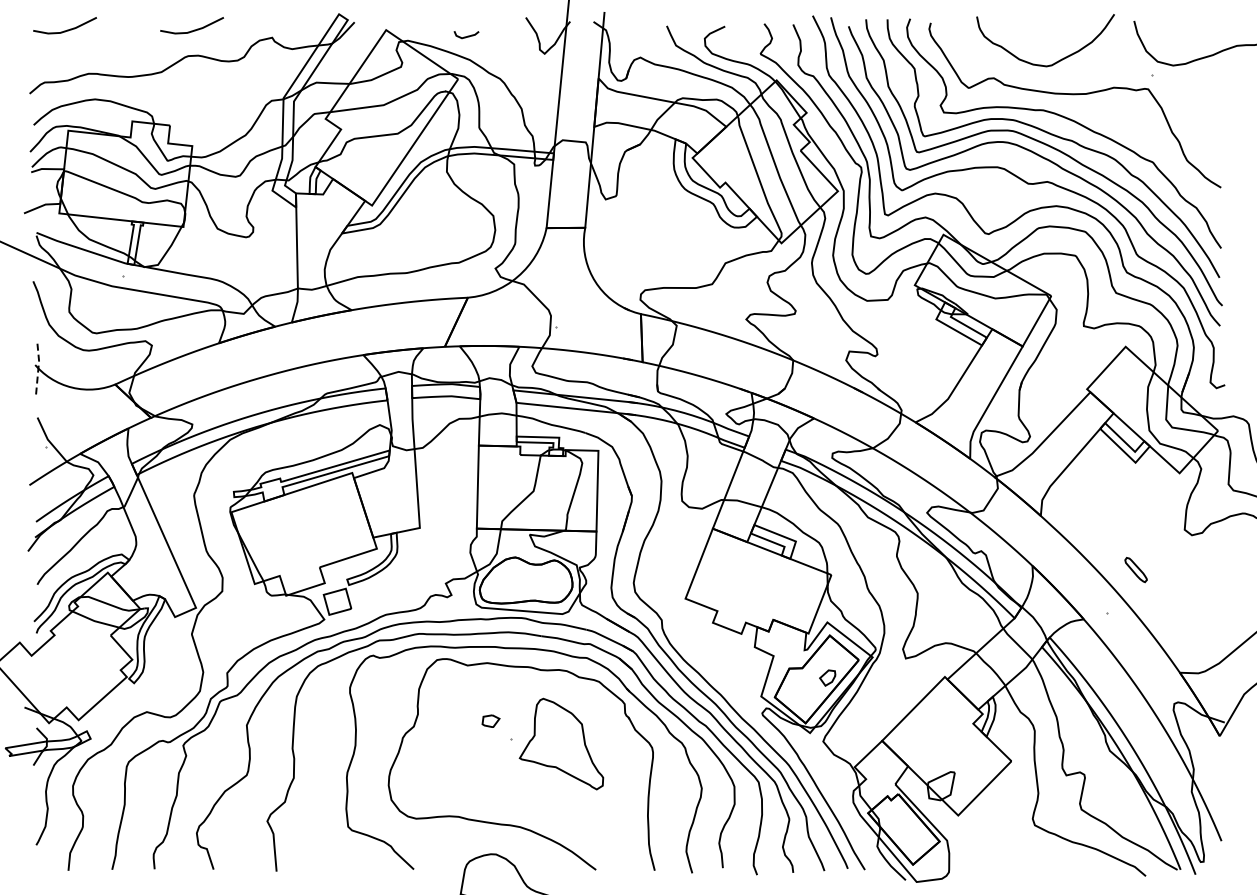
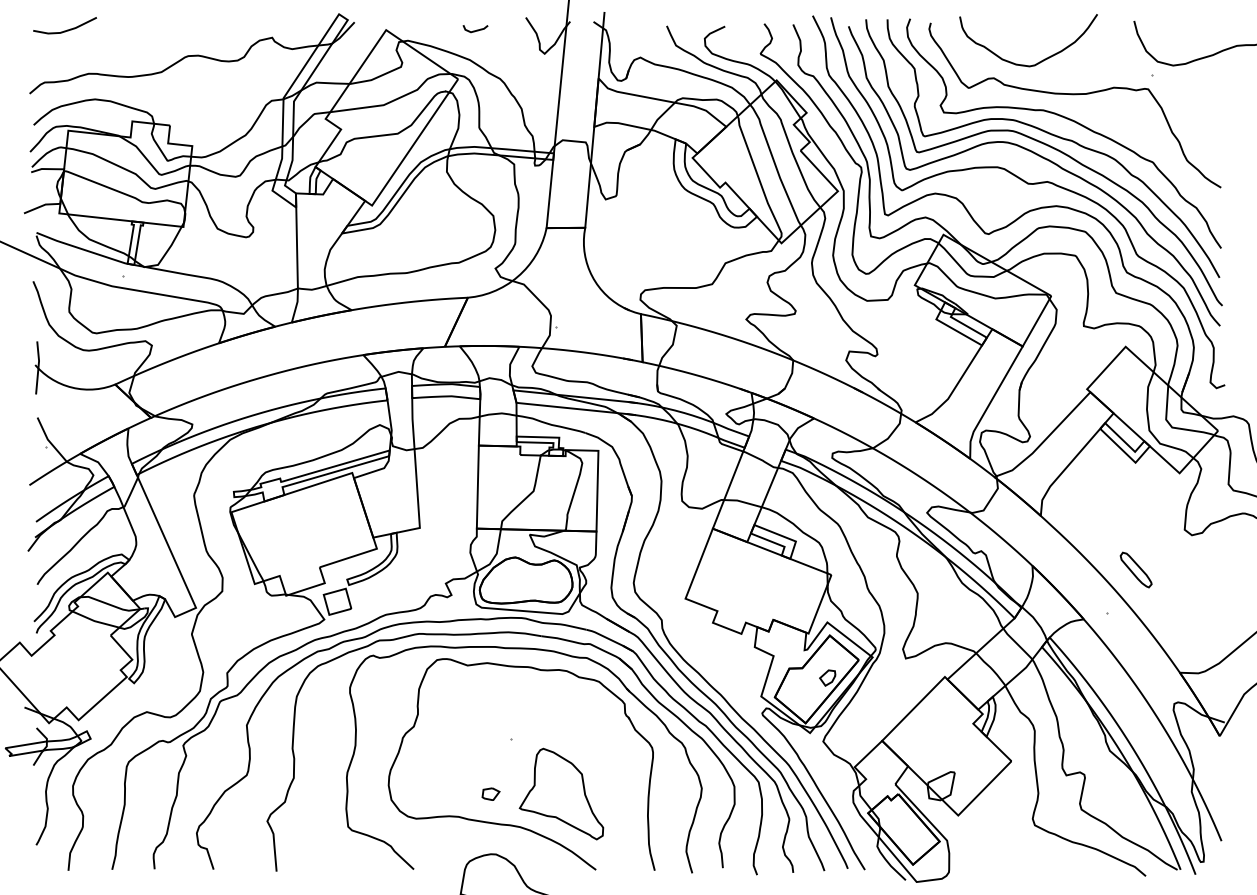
line at (194, 29): present -> none
line at (467, 35) position: (467, 35) -> (476, 29)
curve at (1056, 61) position: (1056, 61) -> (1039, 61)
line at (38, 366): dashed -> solid
part at (1135, 570) size: 24x27 px -> 34x38 px
part at (490, 720) position: (490, 720) -> (490, 793)
part at (561, 743) position: (561, 743) -> (561, 793)
